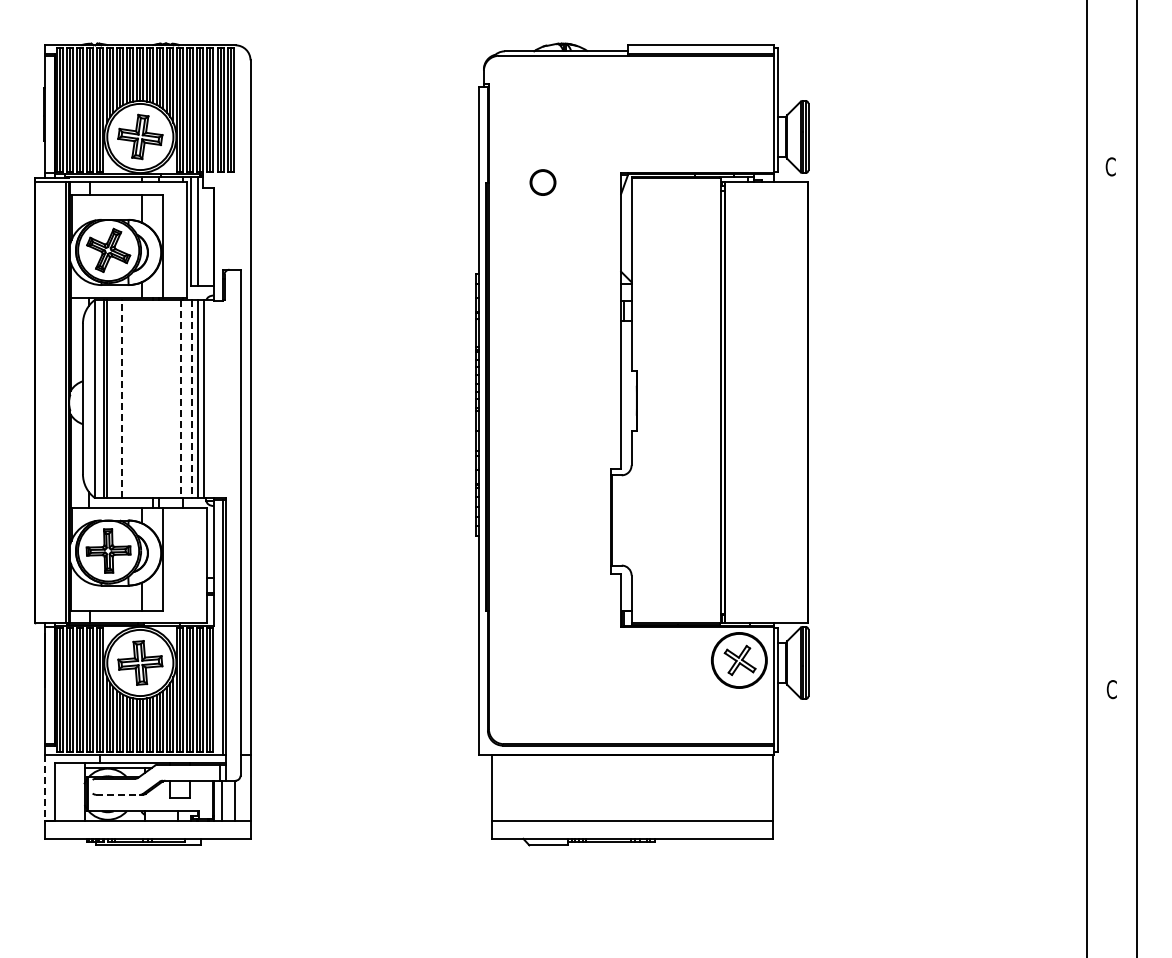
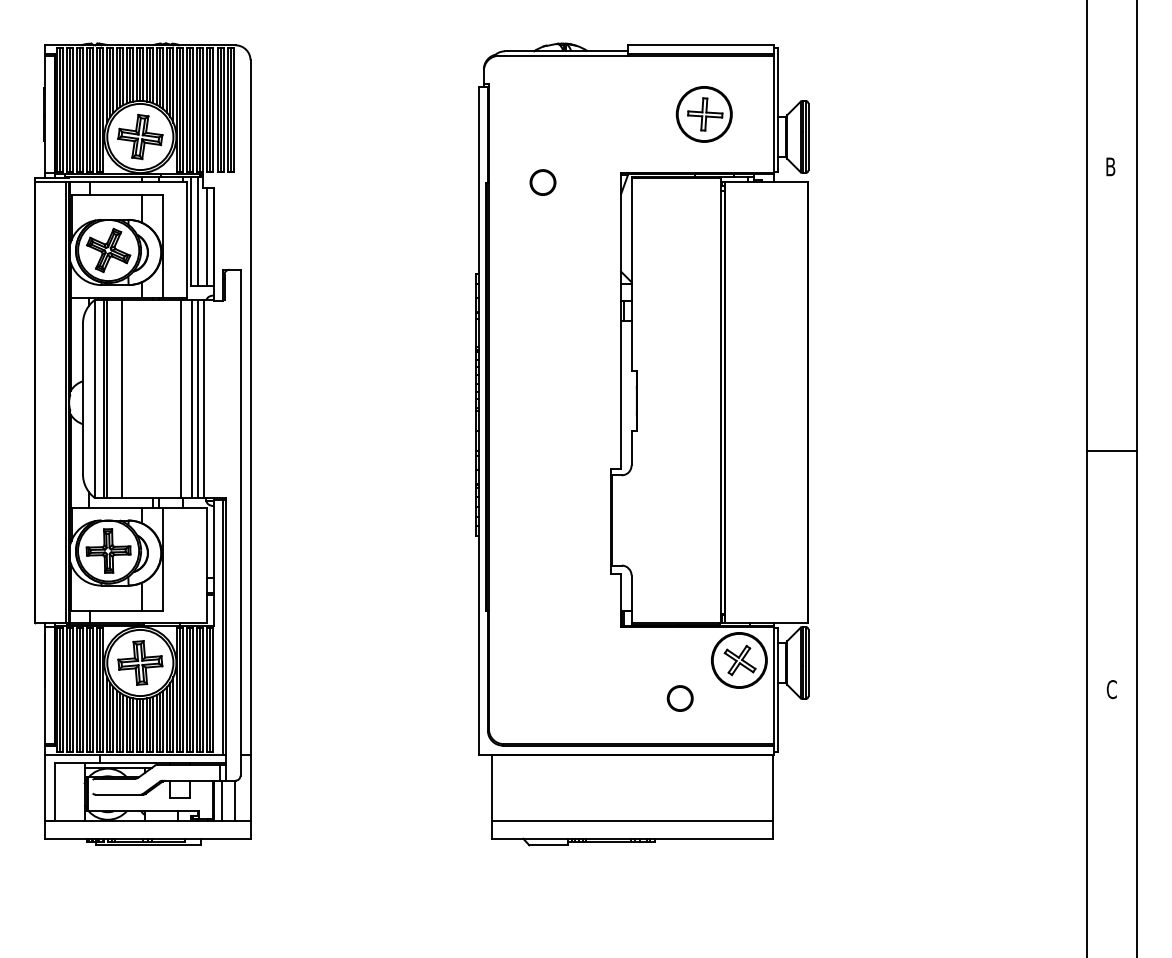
part at (703, 114): none -> present
text at (1110, 166): C -> B
line at (206, 236): none -> present
line at (121, 398): dashed -> solid
line at (180, 399): dashed -> solid
line at (191, 399): dashed -> solid
line at (1111, 450): none -> present
circle at (679, 698): none -> present
line at (45, 788): dashed -> solid
line at (118, 794): dashed -> solid
